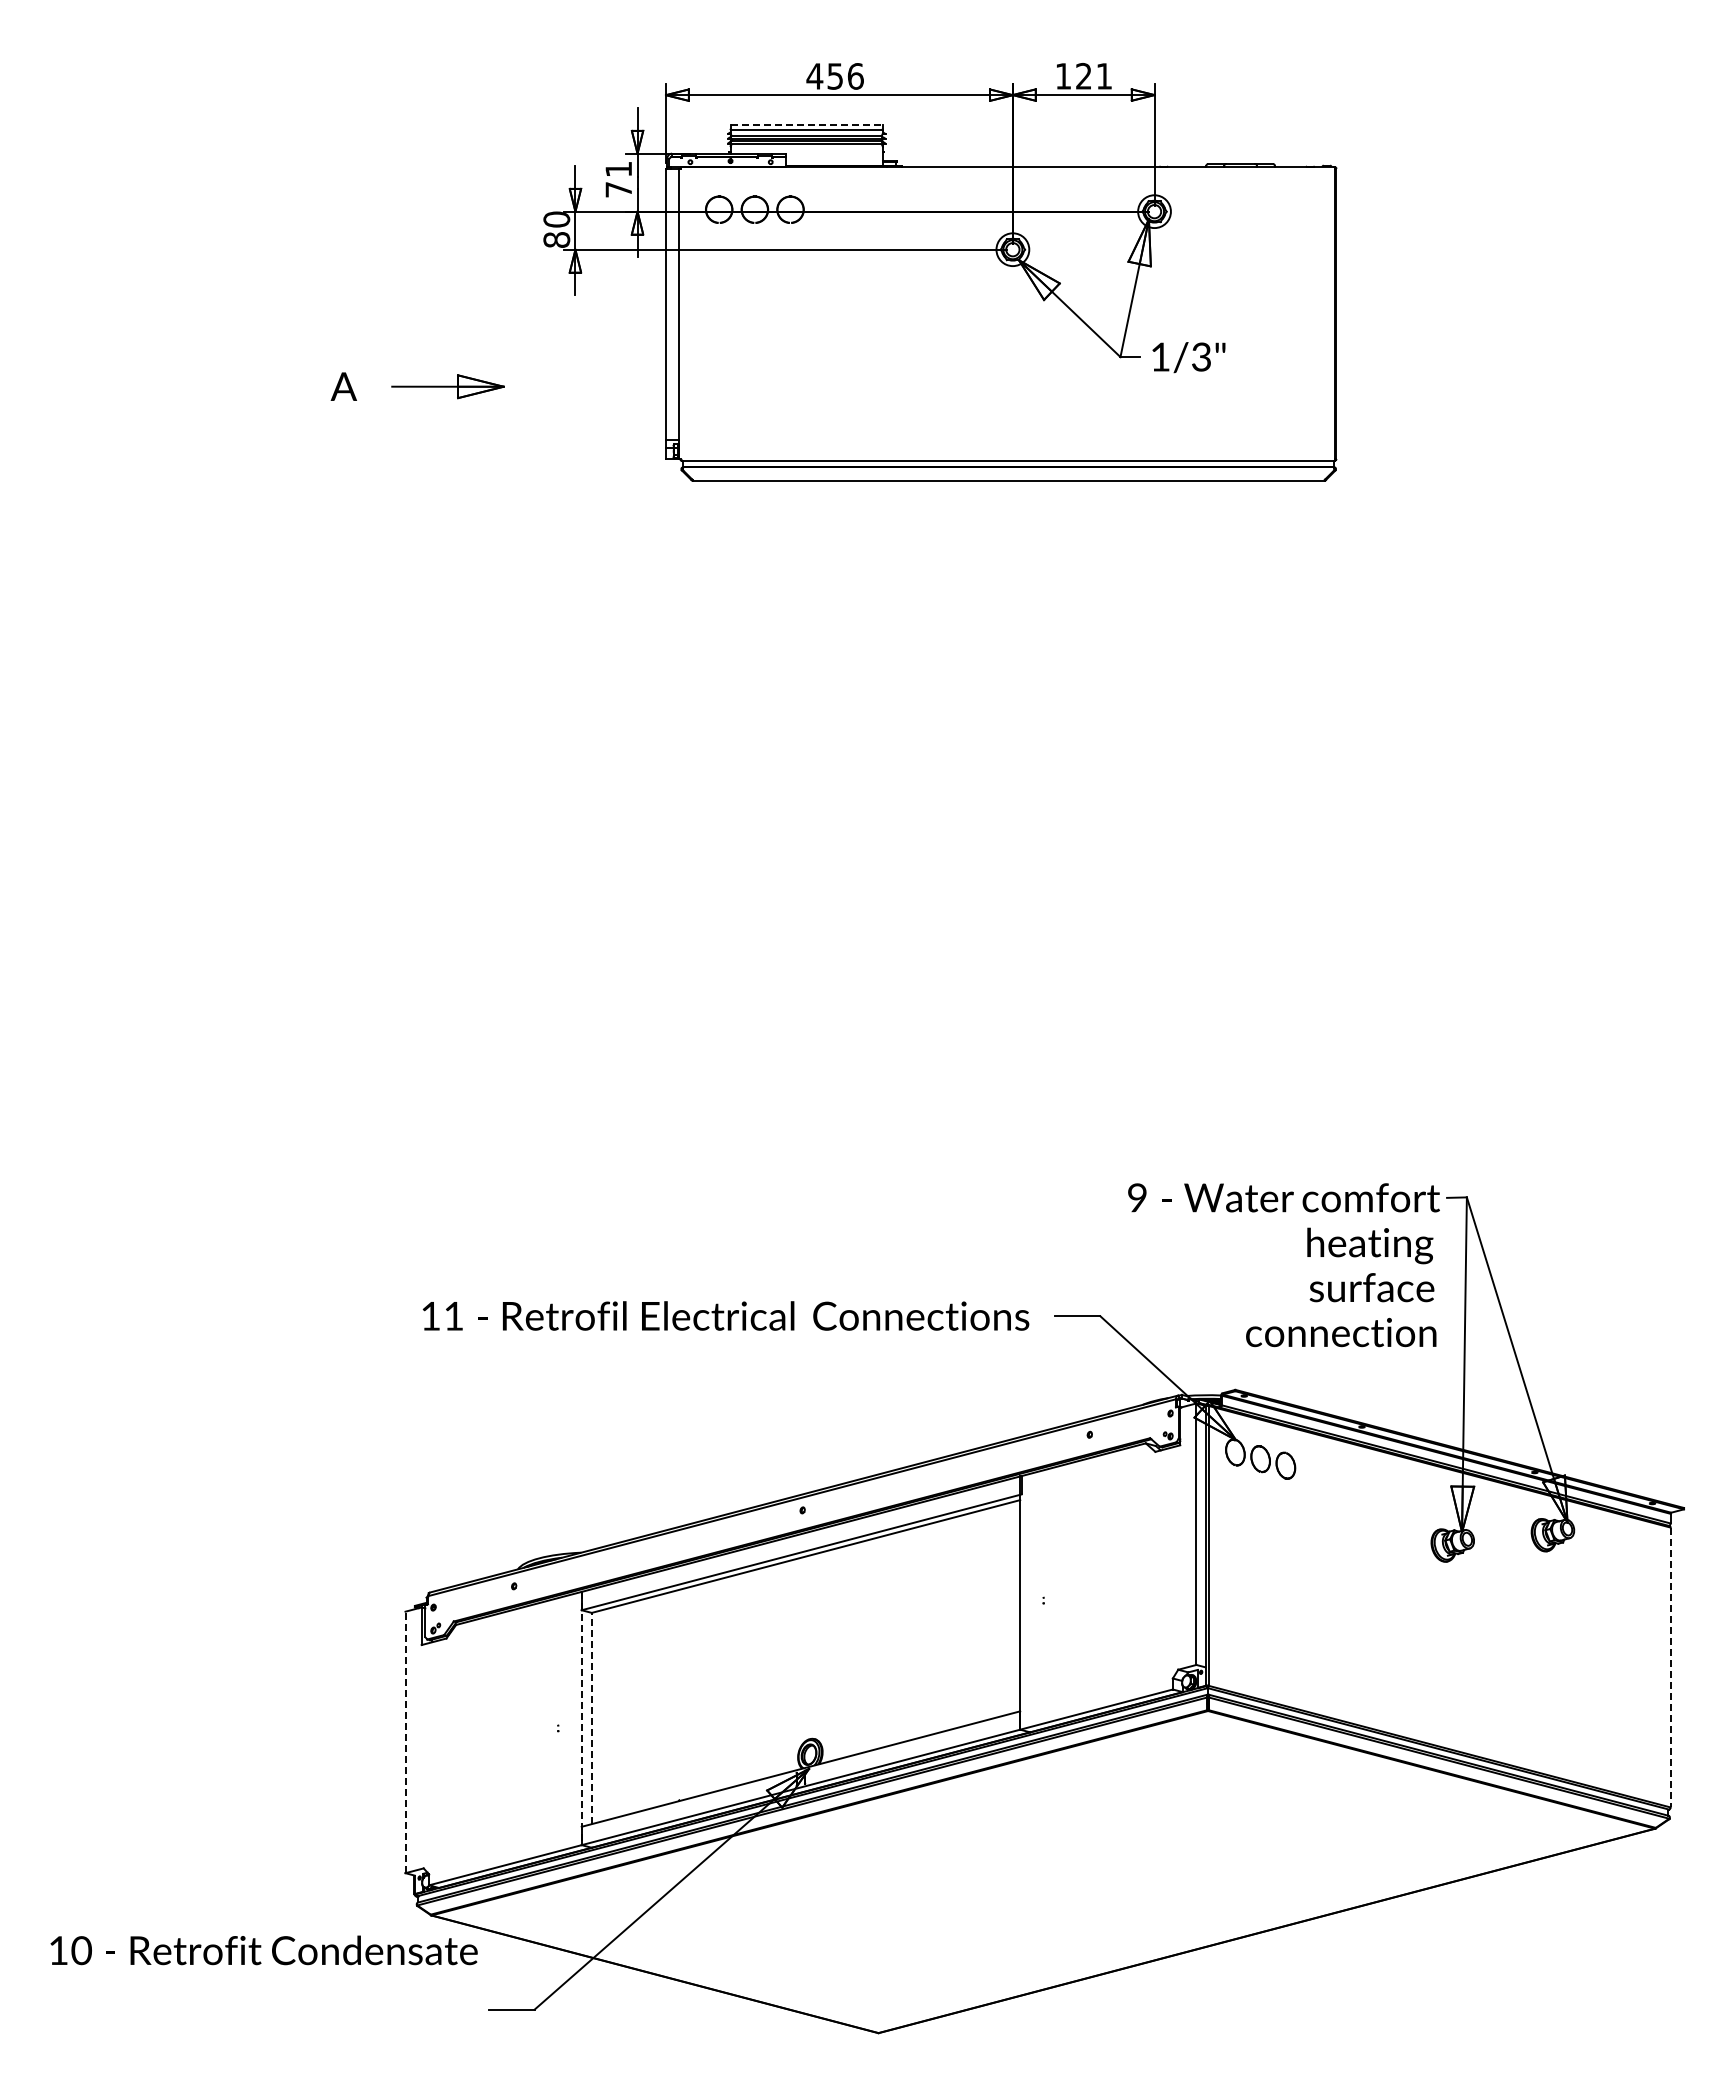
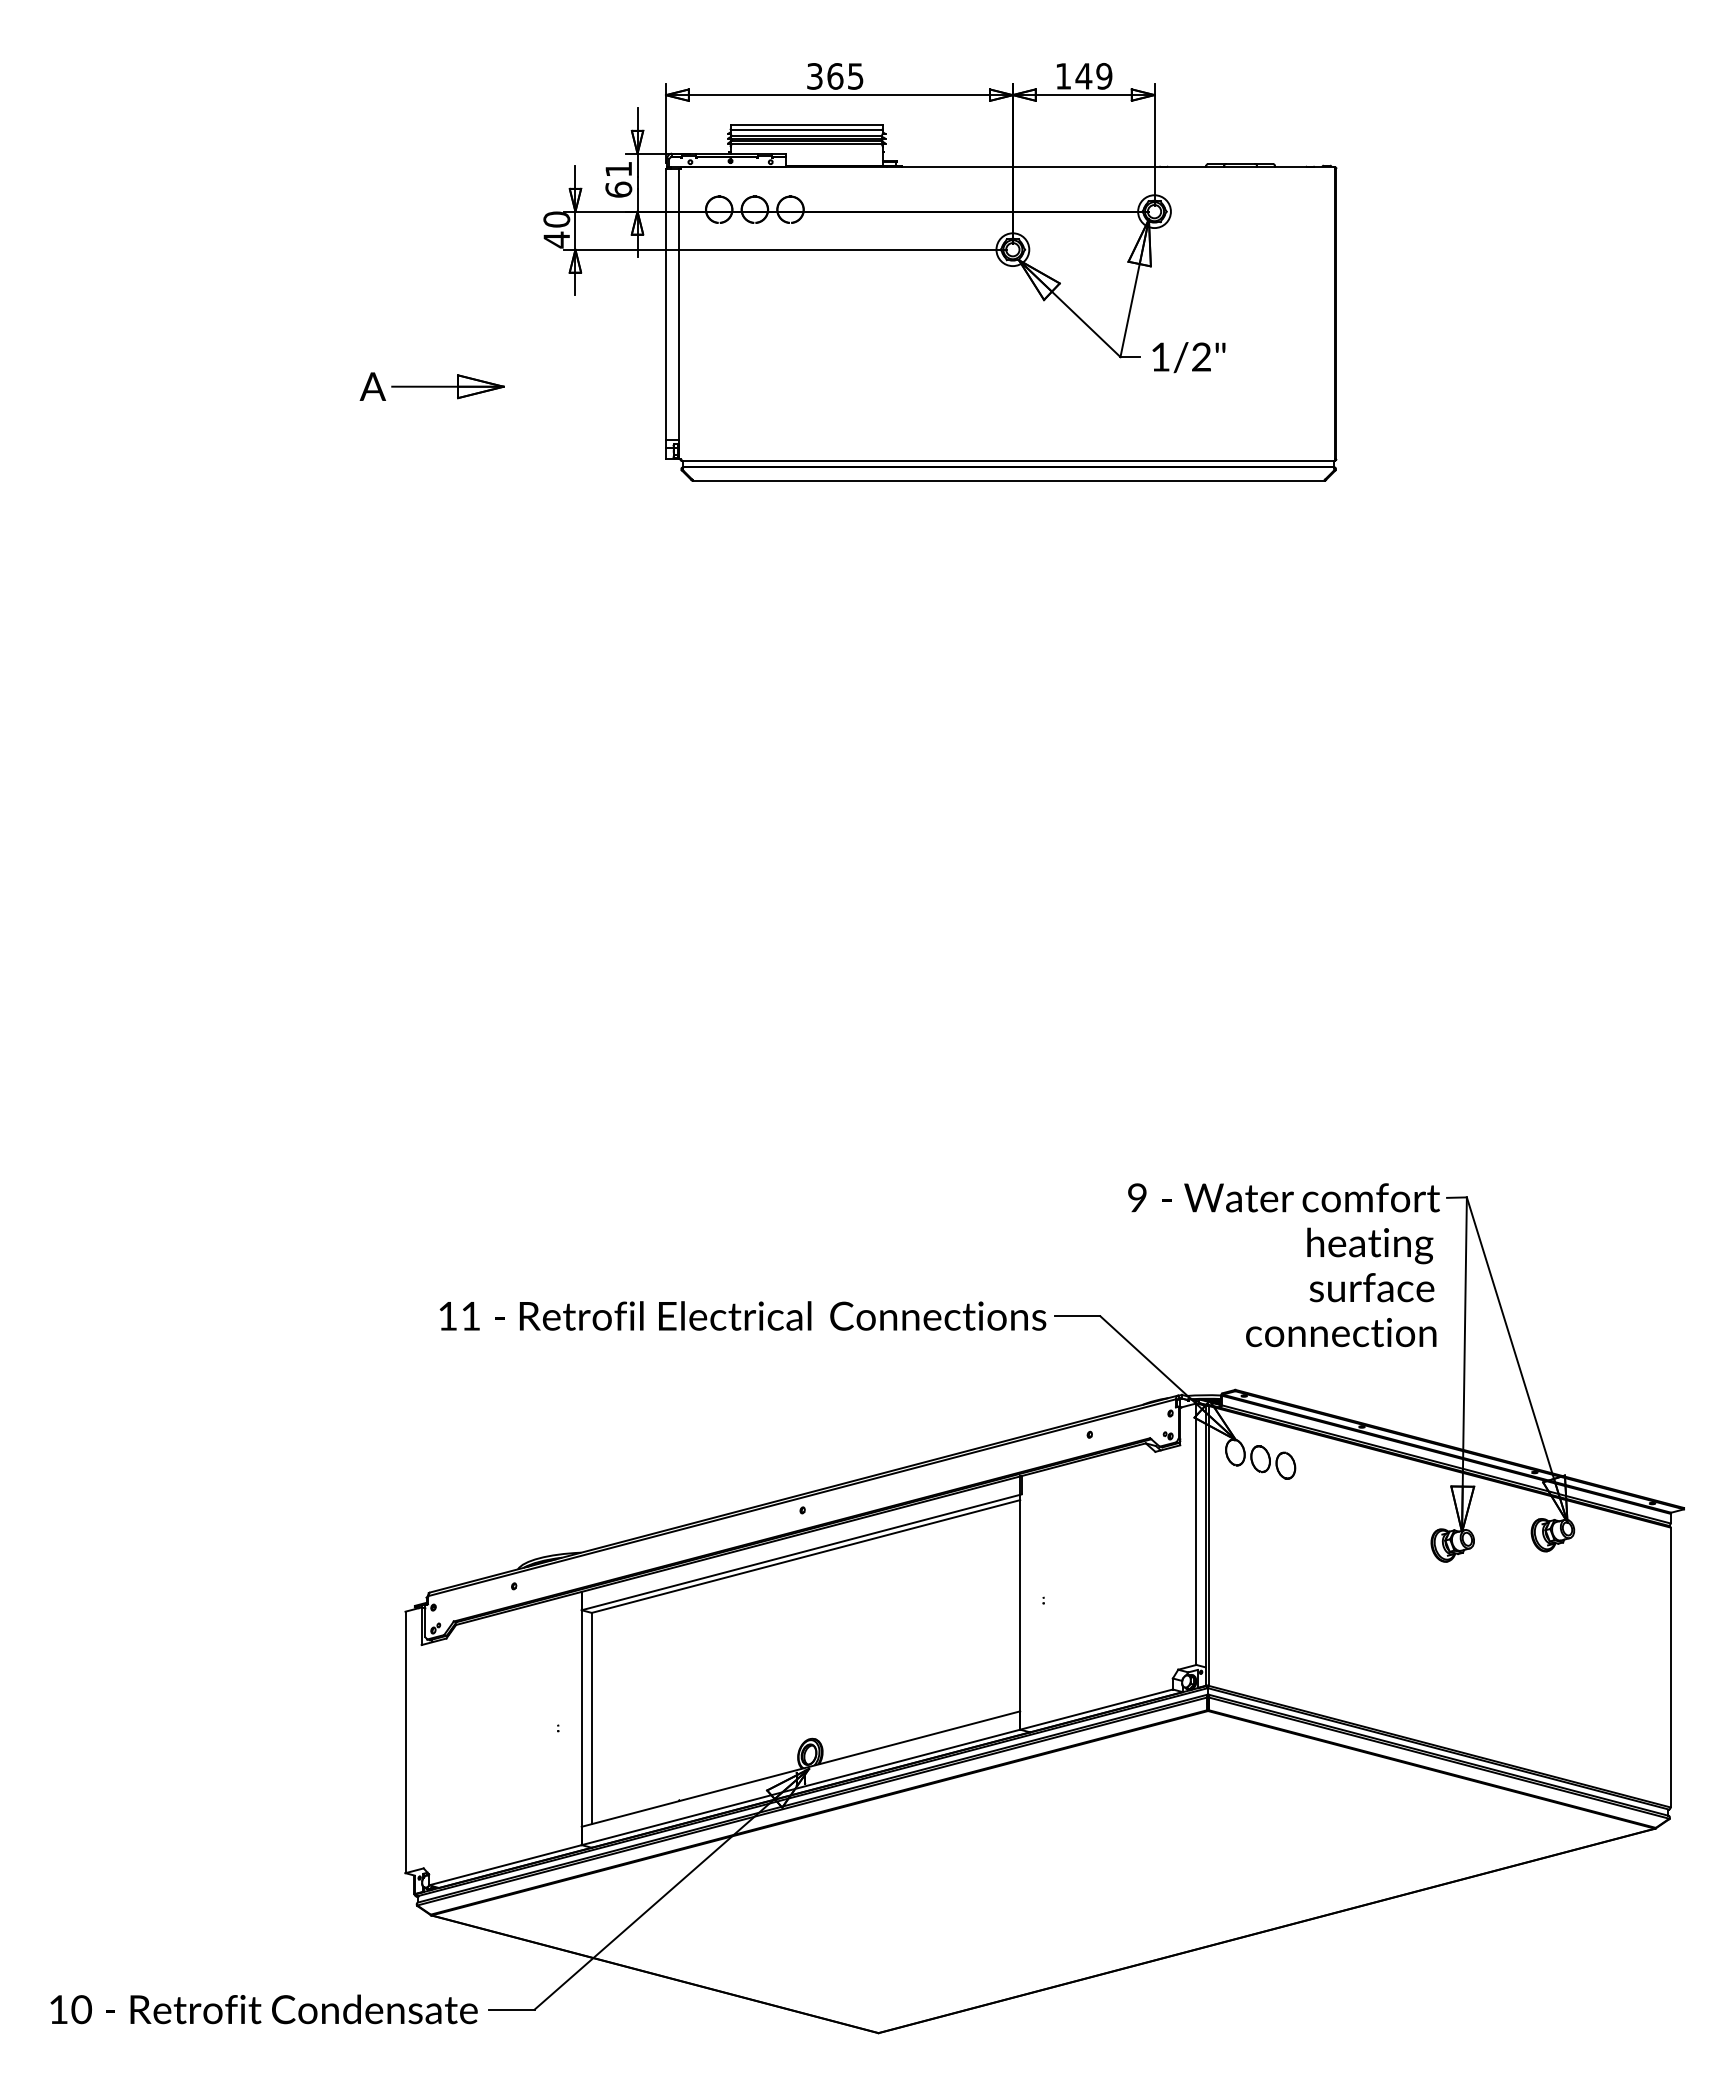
text at (834, 76): 456 -> 365
text at (1093, 76): 121 -> 149
line at (807, 125): dashed -> solid
text at (618, 189): 71 -> 61
text at (556, 239): 80 -> 40
text at (1201, 359): 1/3" -> 1/2"
text at (343, 386) position: (343, 386) -> (372, 386)
text at (725, 1315) position: (725, 1315) -> (742, 1315)
line at (1670, 1667): dashed -> solid
line at (581, 1718): dashed -> solid
line at (591, 1718): dashed -> solid
line at (405, 1742): dashed -> solid
text at (263, 1950) position: (263, 1950) -> (263, 2009)
